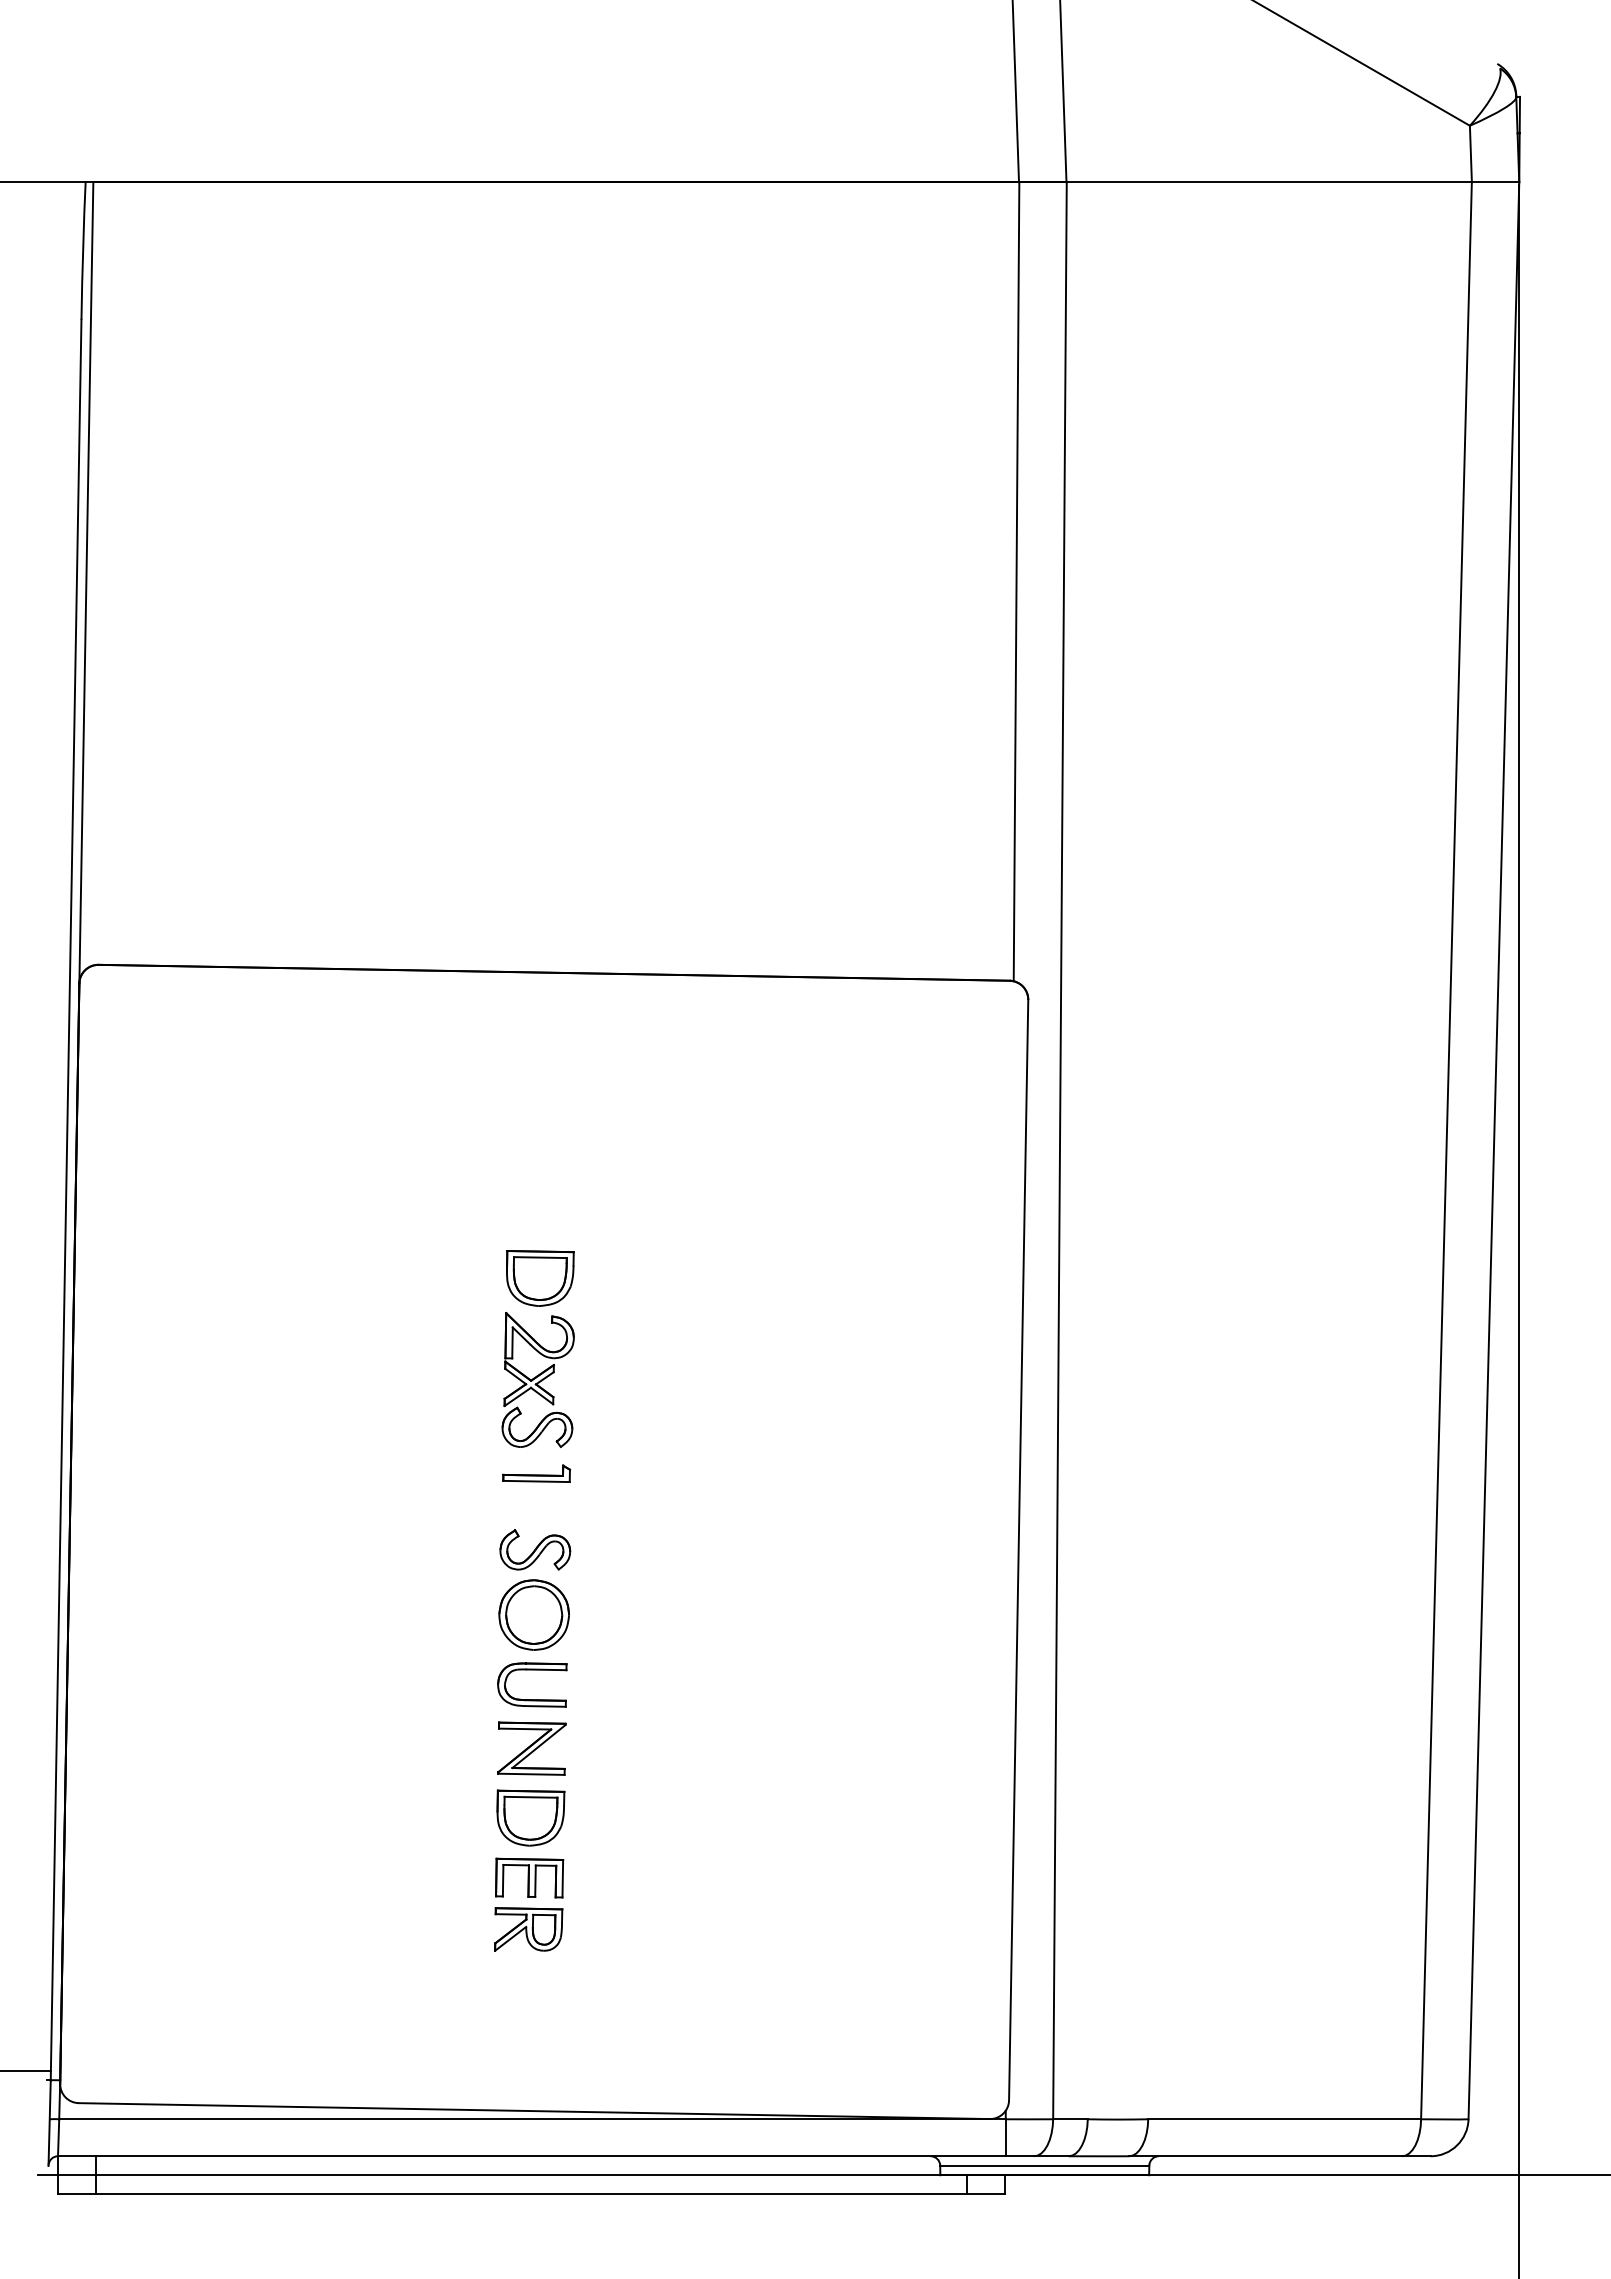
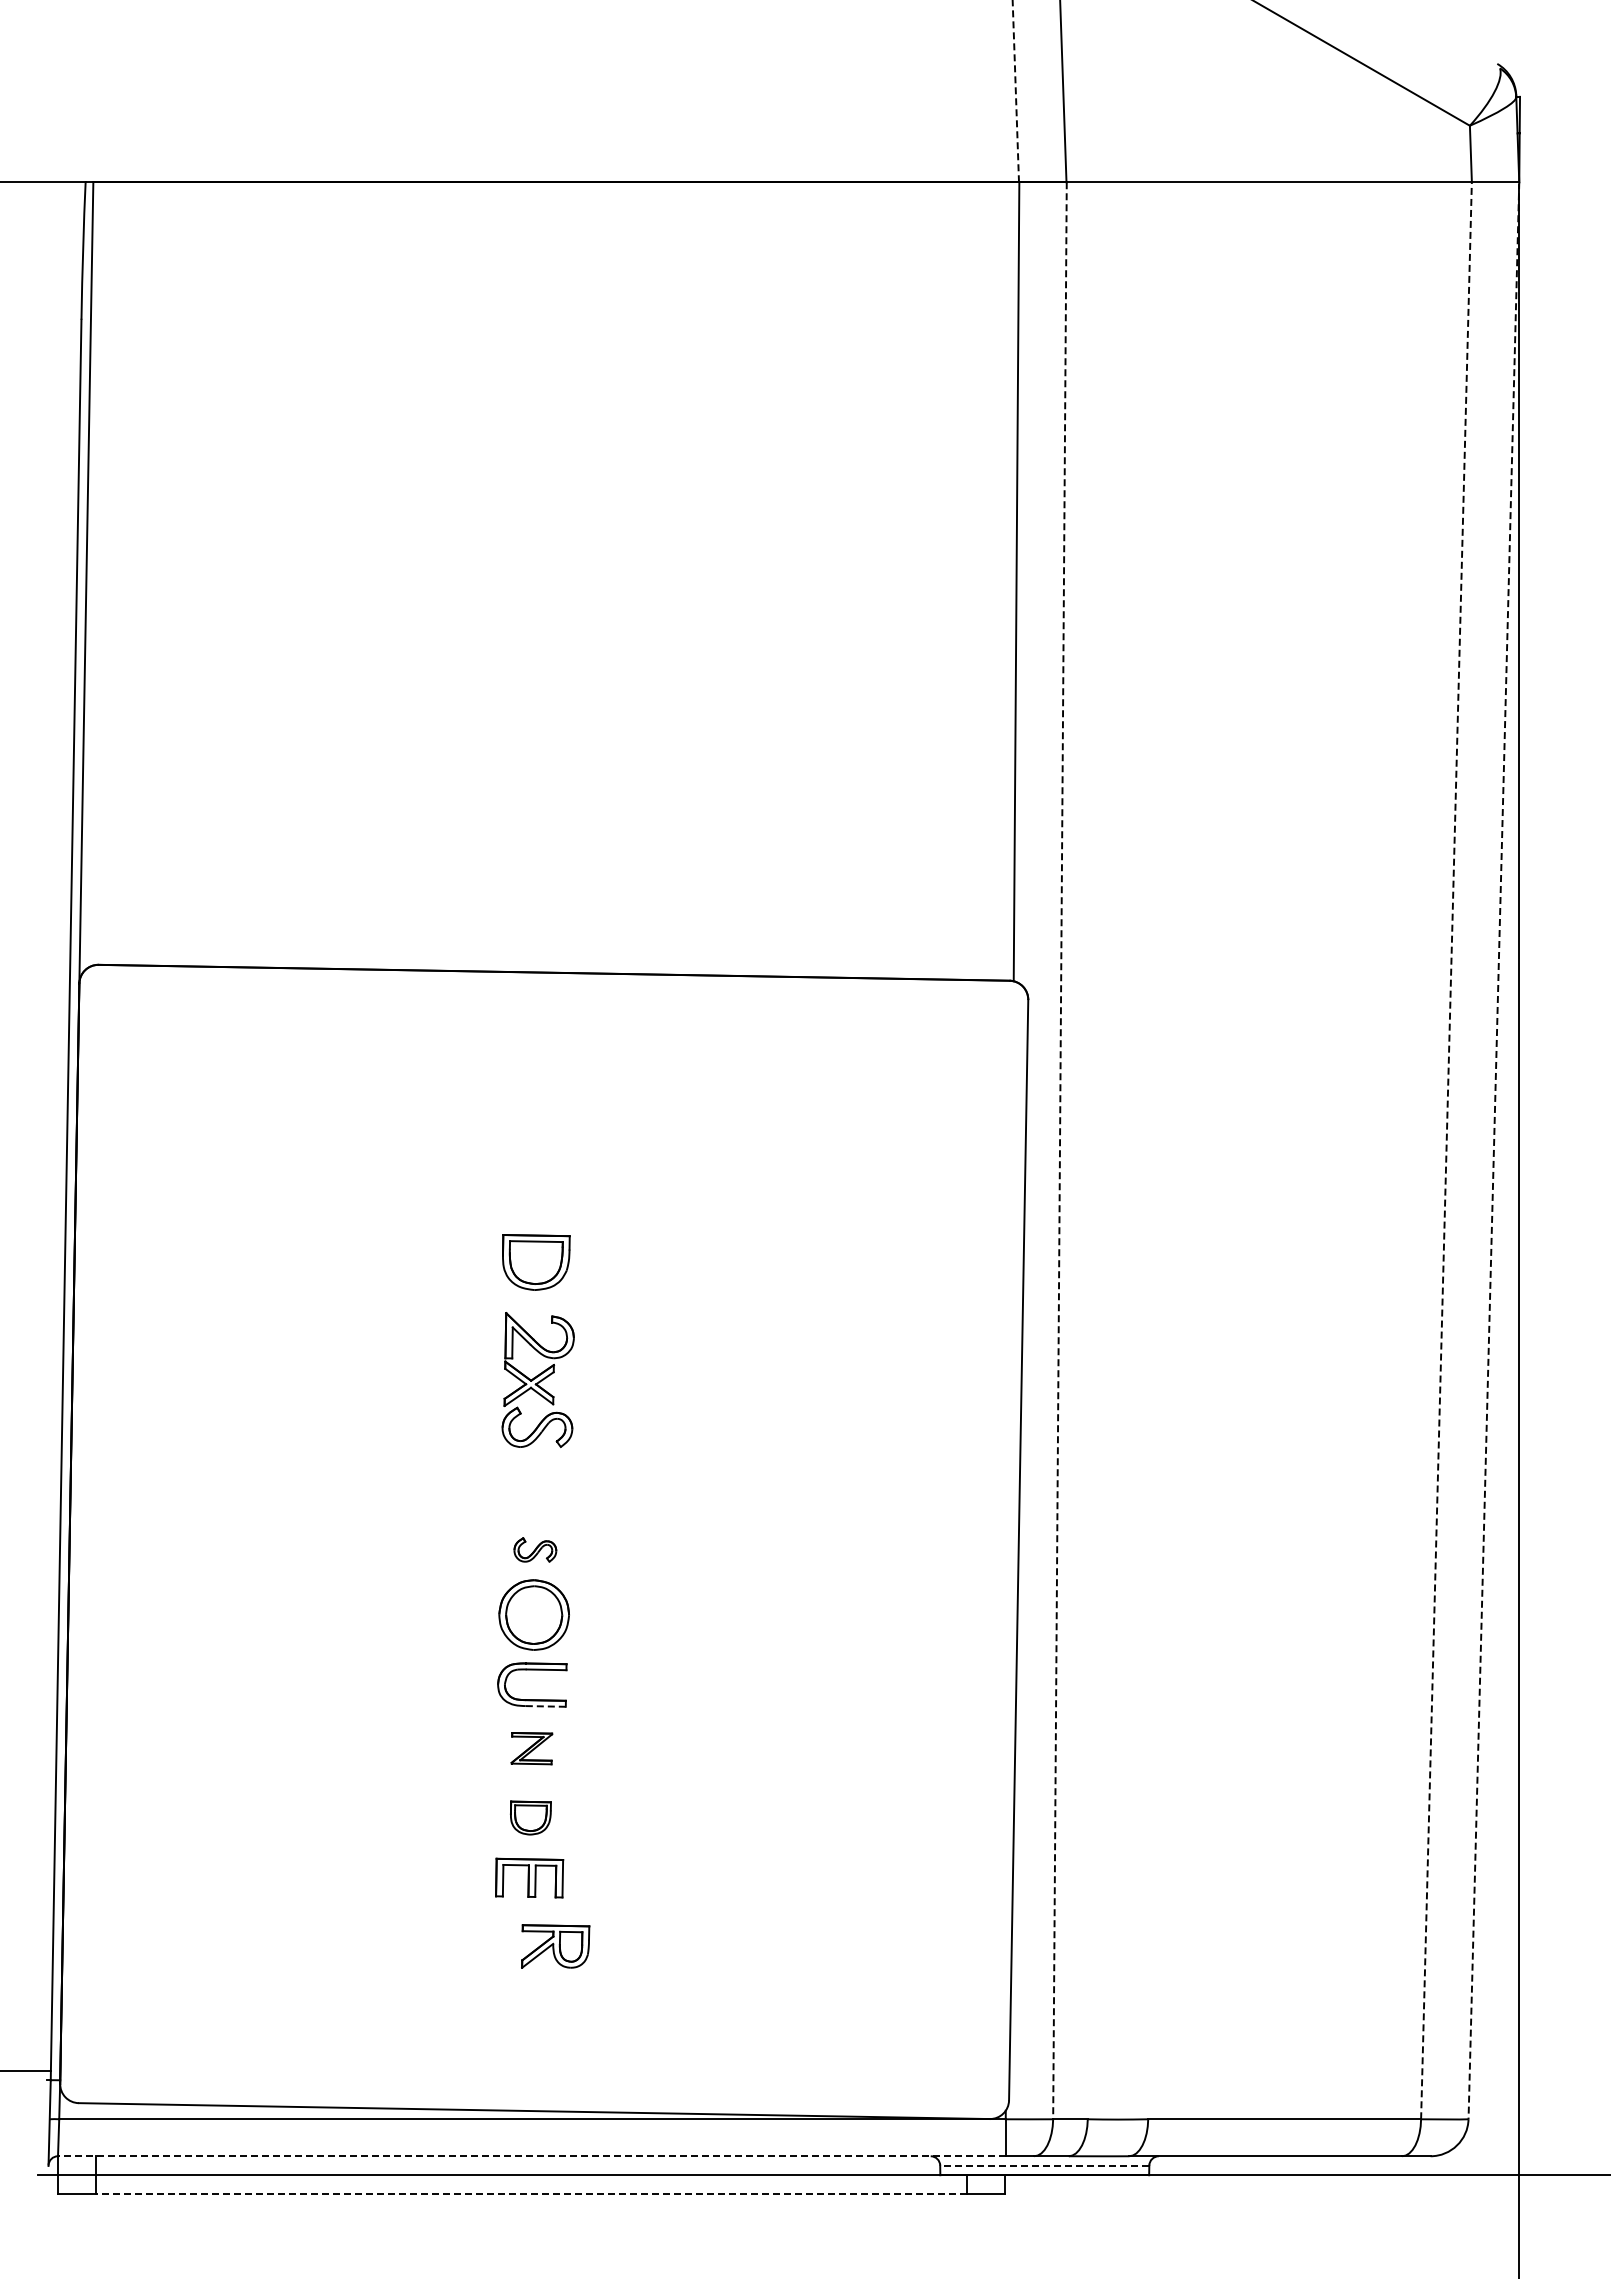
line at (1015, 91): solid -> dashed
line at (1059, 1150): solid -> dashed
line at (1446, 1150): solid -> dashed
line at (1493, 1150): solid -> dashed
part at (540, 1278) position: (540, 1278) -> (536, 1262)
part at (536, 1473): present -> none
part at (535, 1549) size: 73x42 px -> 45x26 px
line at (545, 1706): solid -> dashed
part at (531, 1748) size: 70x55 px -> 44x34 px
part at (530, 1817) size: 70x58 px -> 42x36 px
part at (528, 1929) position: (528, 1929) -> (555, 1946)
line at (531, 2156): solid -> dashed
line at (1044, 2165): solid -> dashed
line at (531, 2194): solid -> dashed
